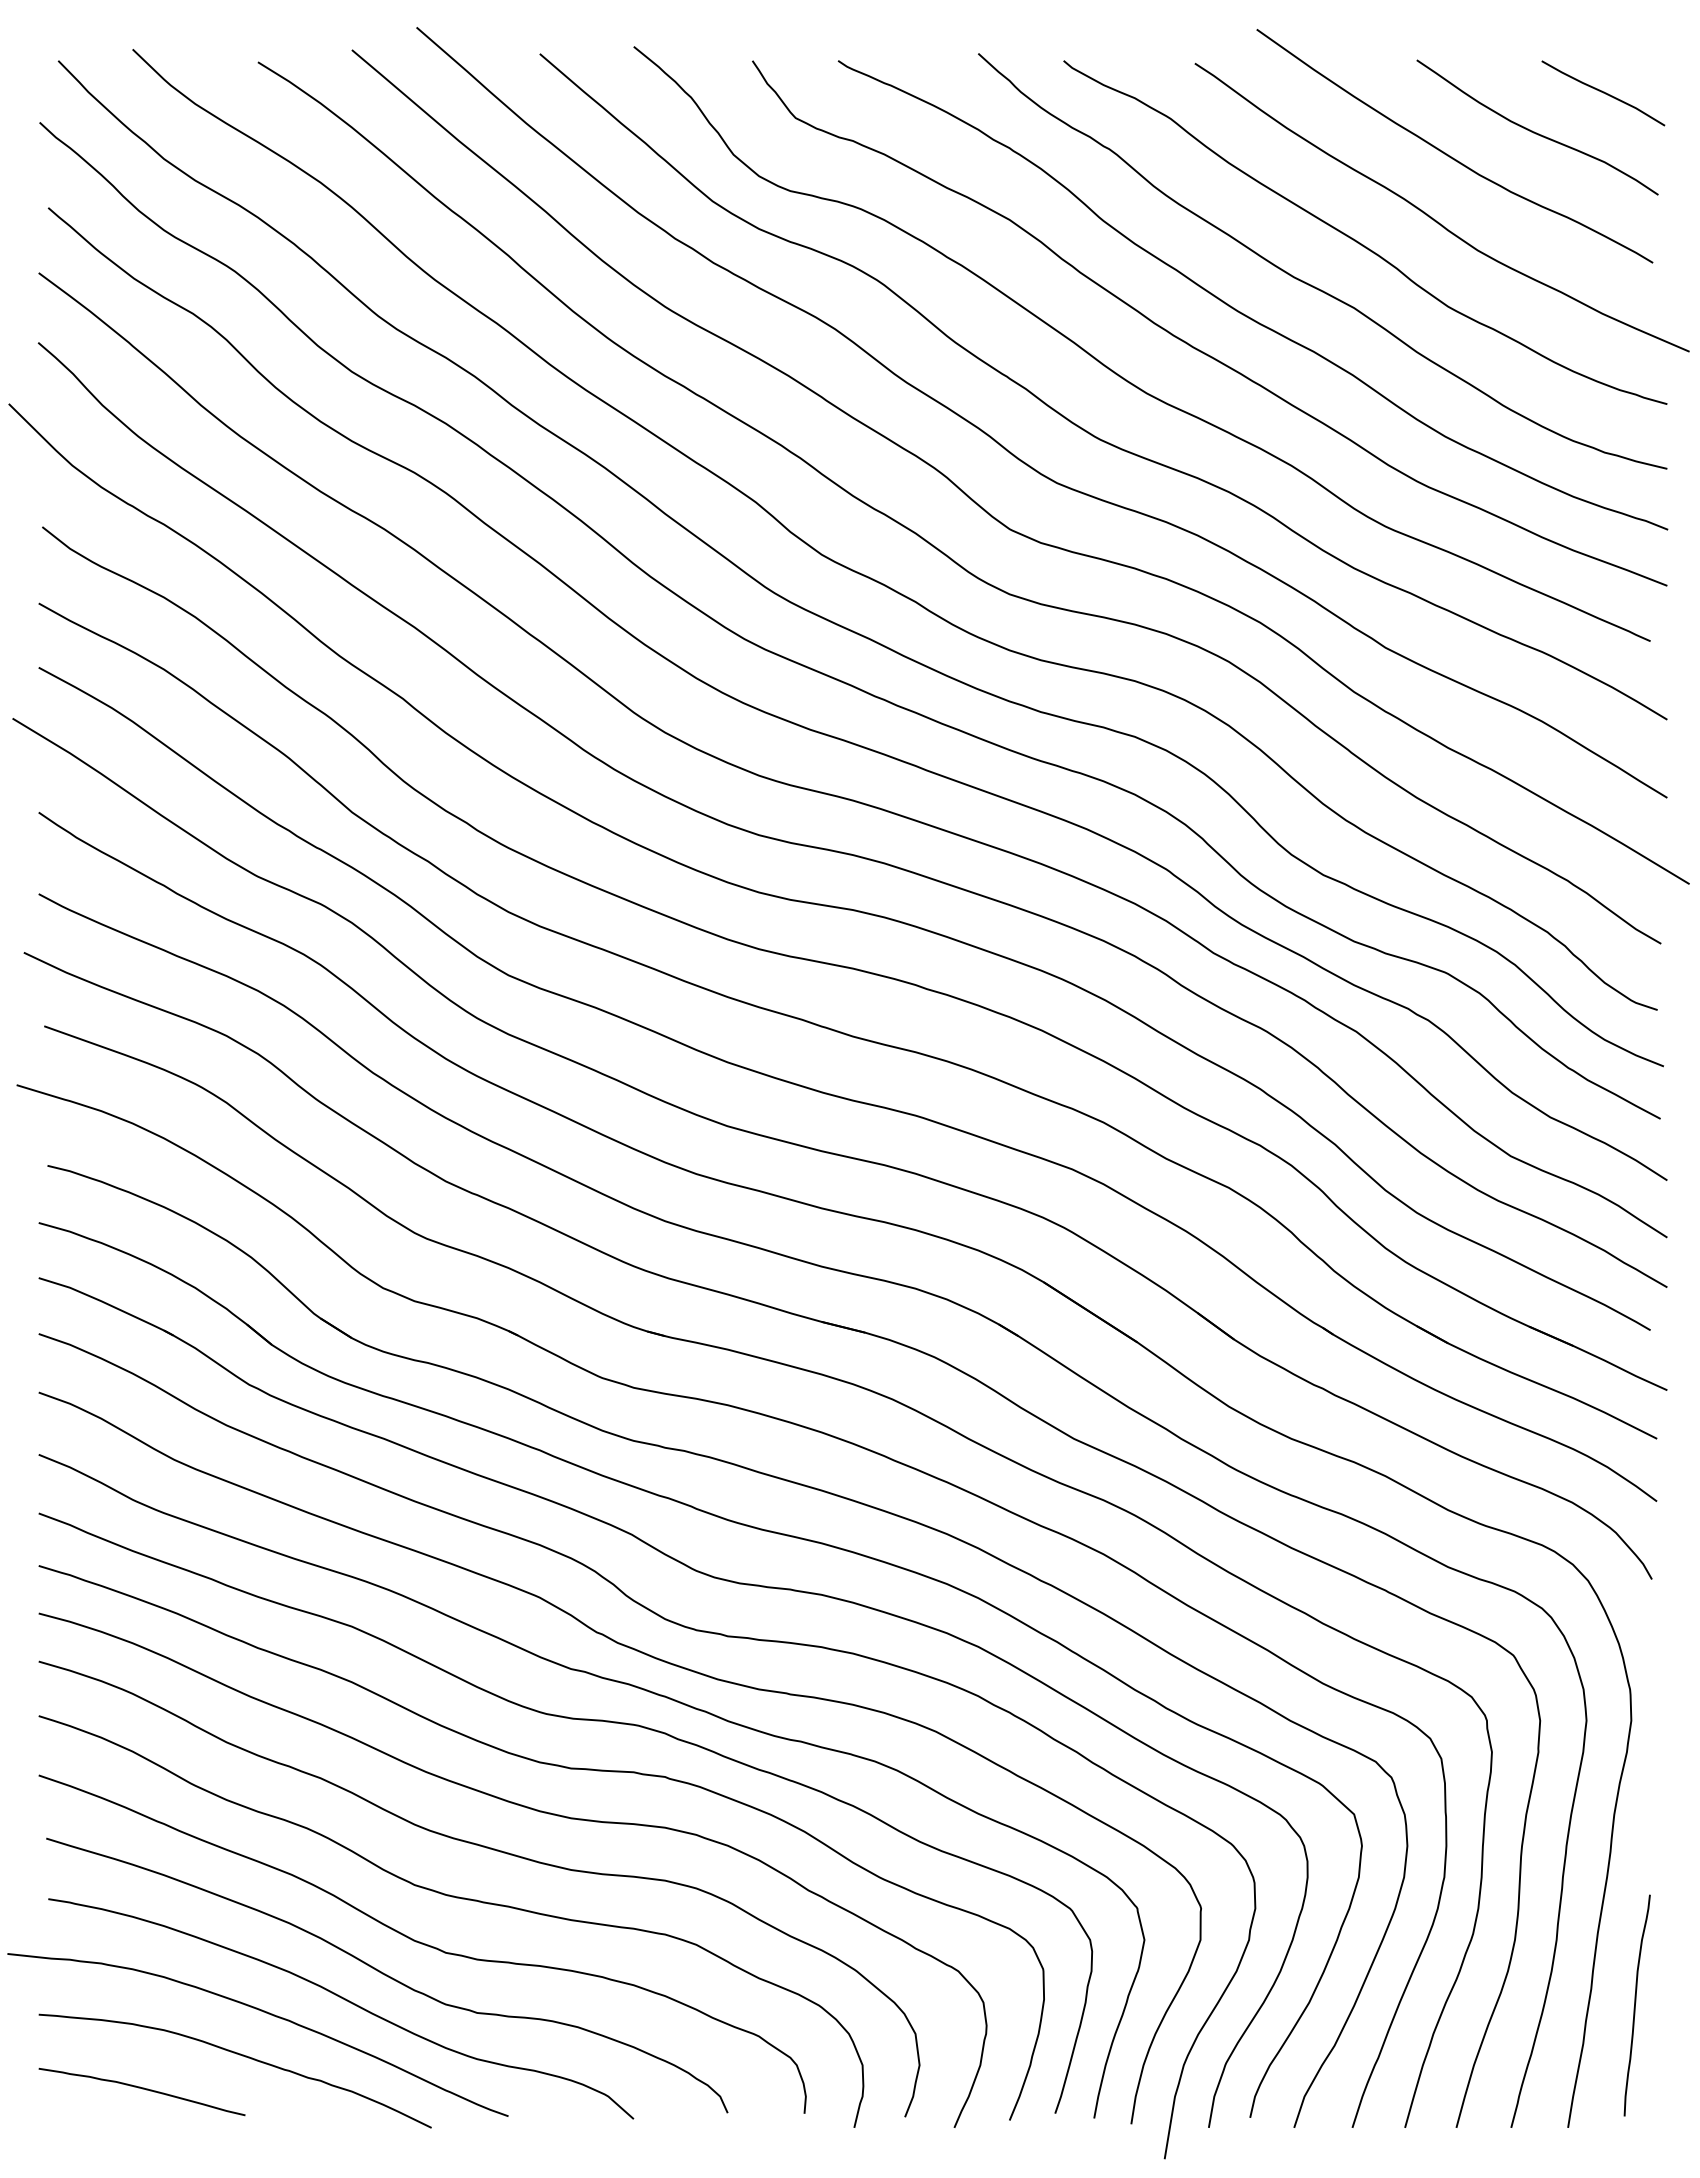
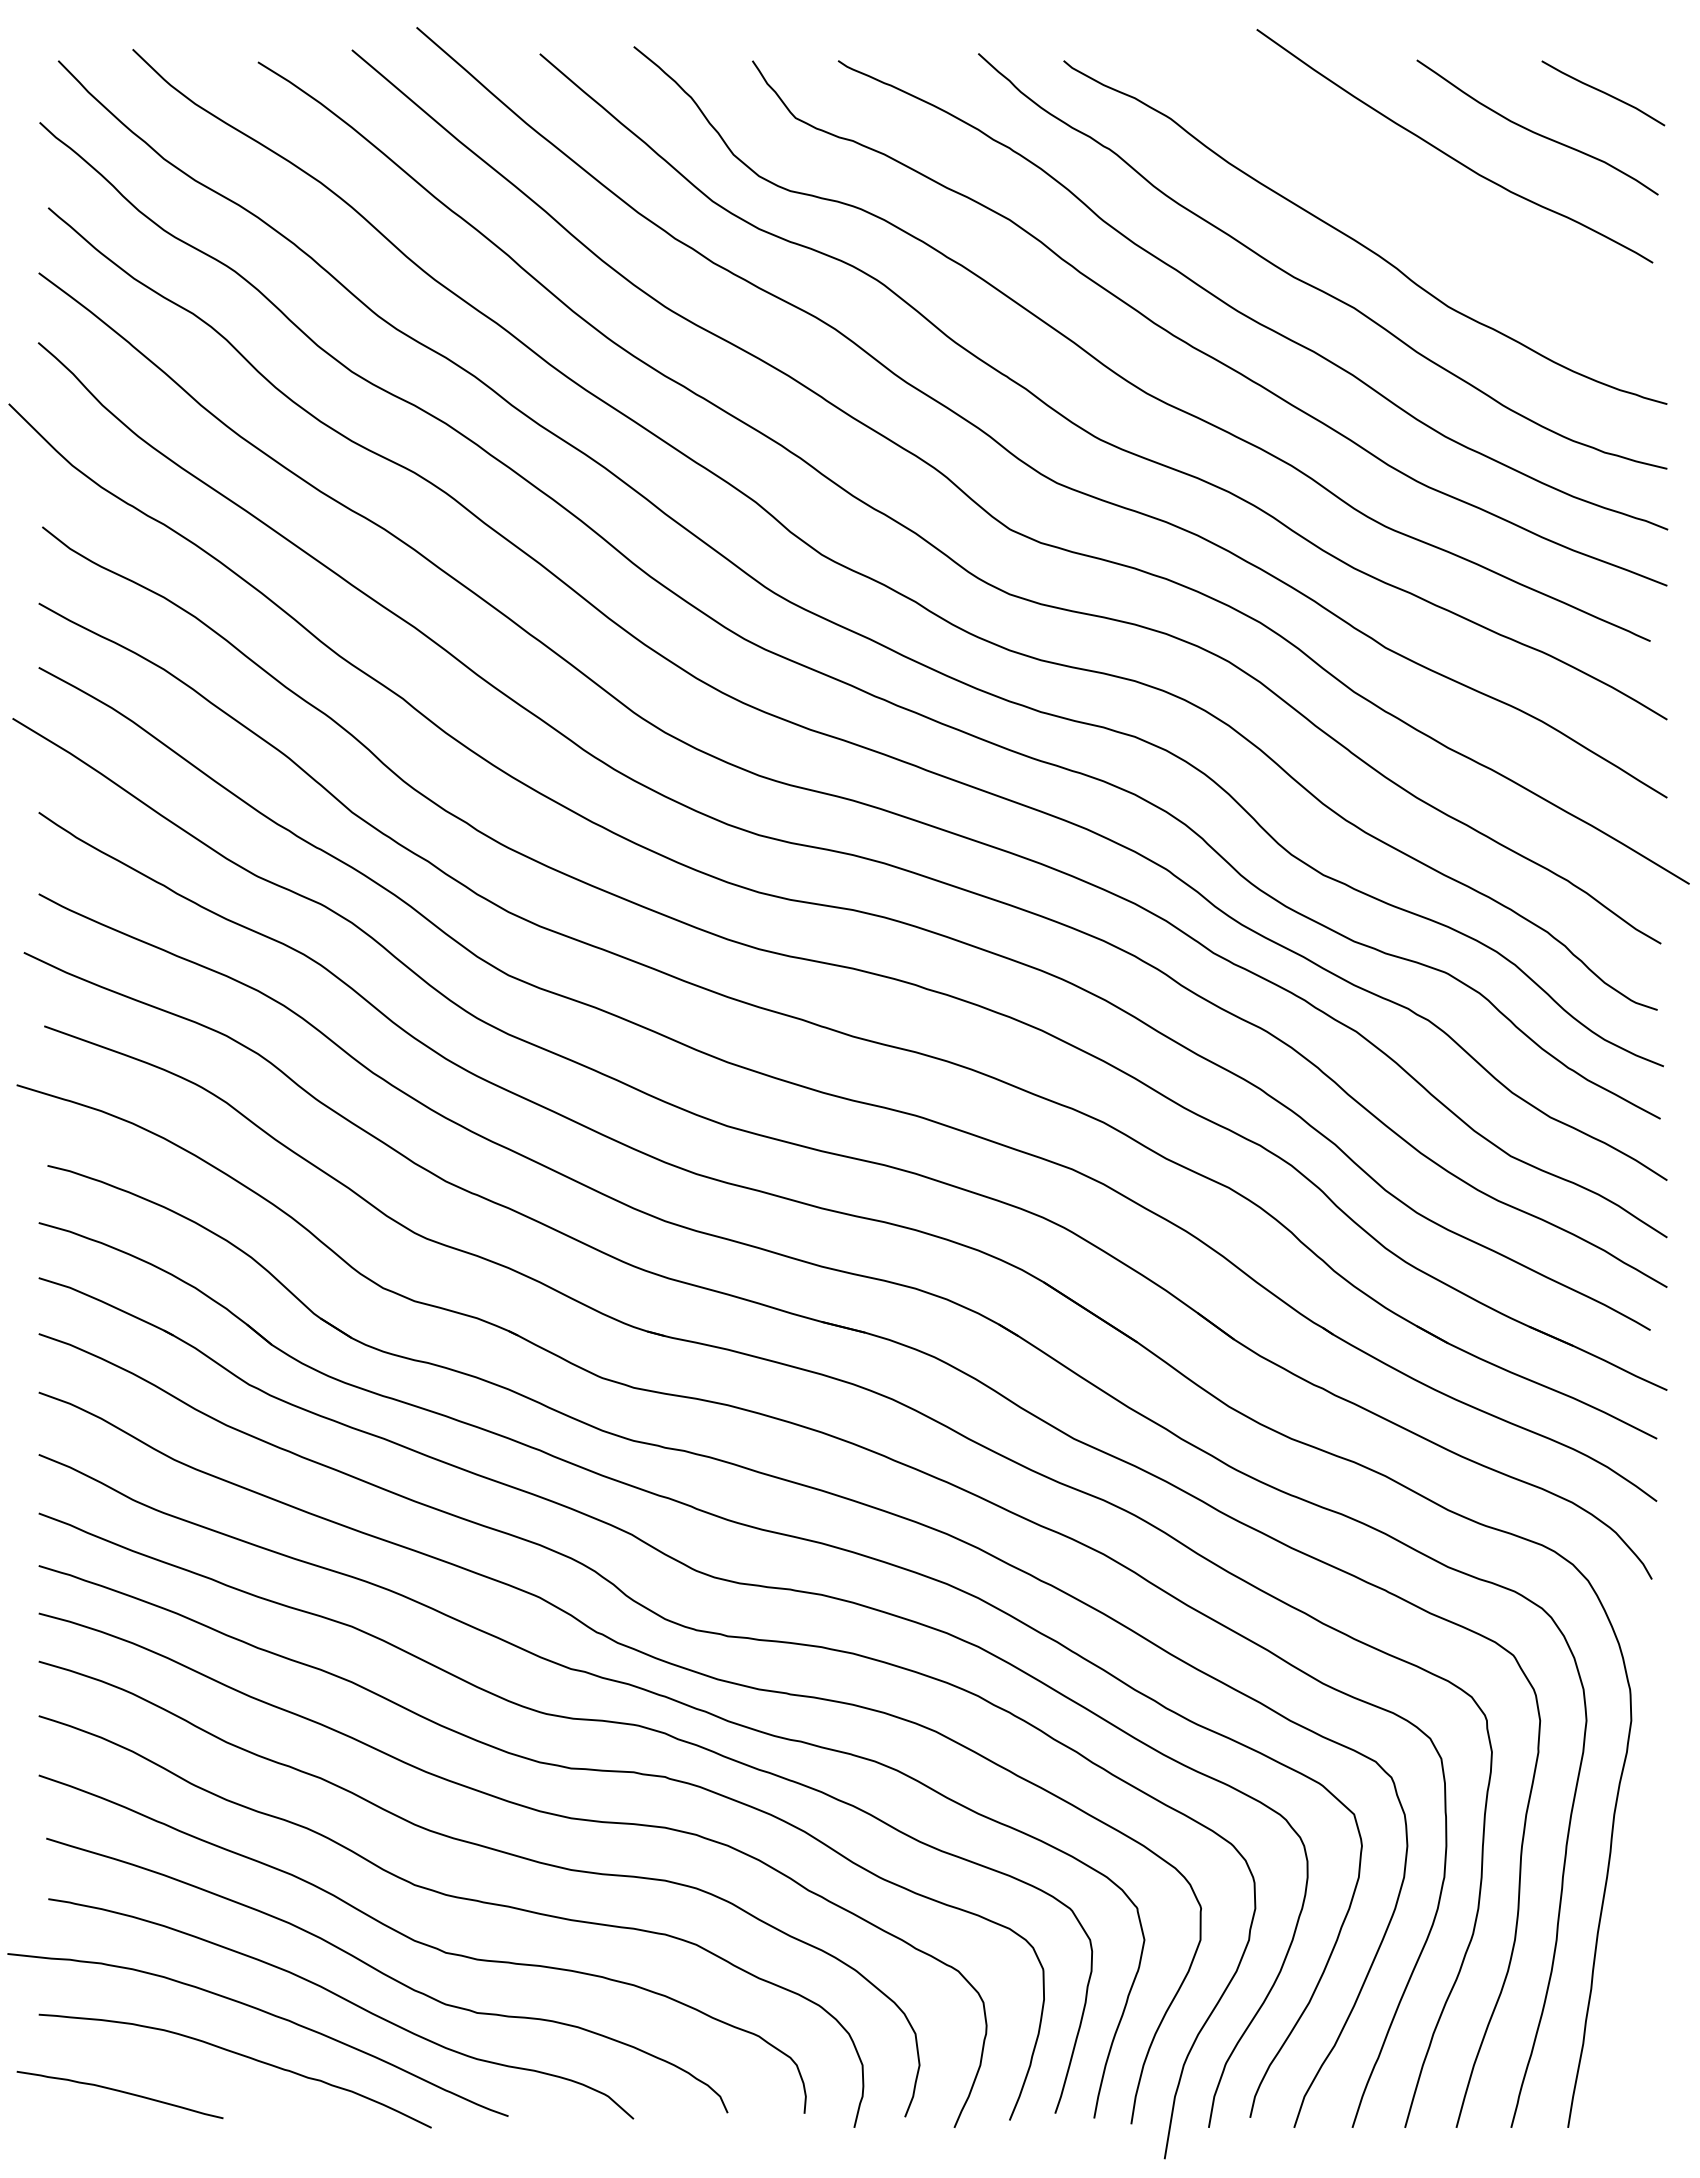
curve at (1435, 219): present -> none
curve at (1635, 2005): present -> none
curve at (142, 2089) position: (142, 2089) -> (120, 2092)
